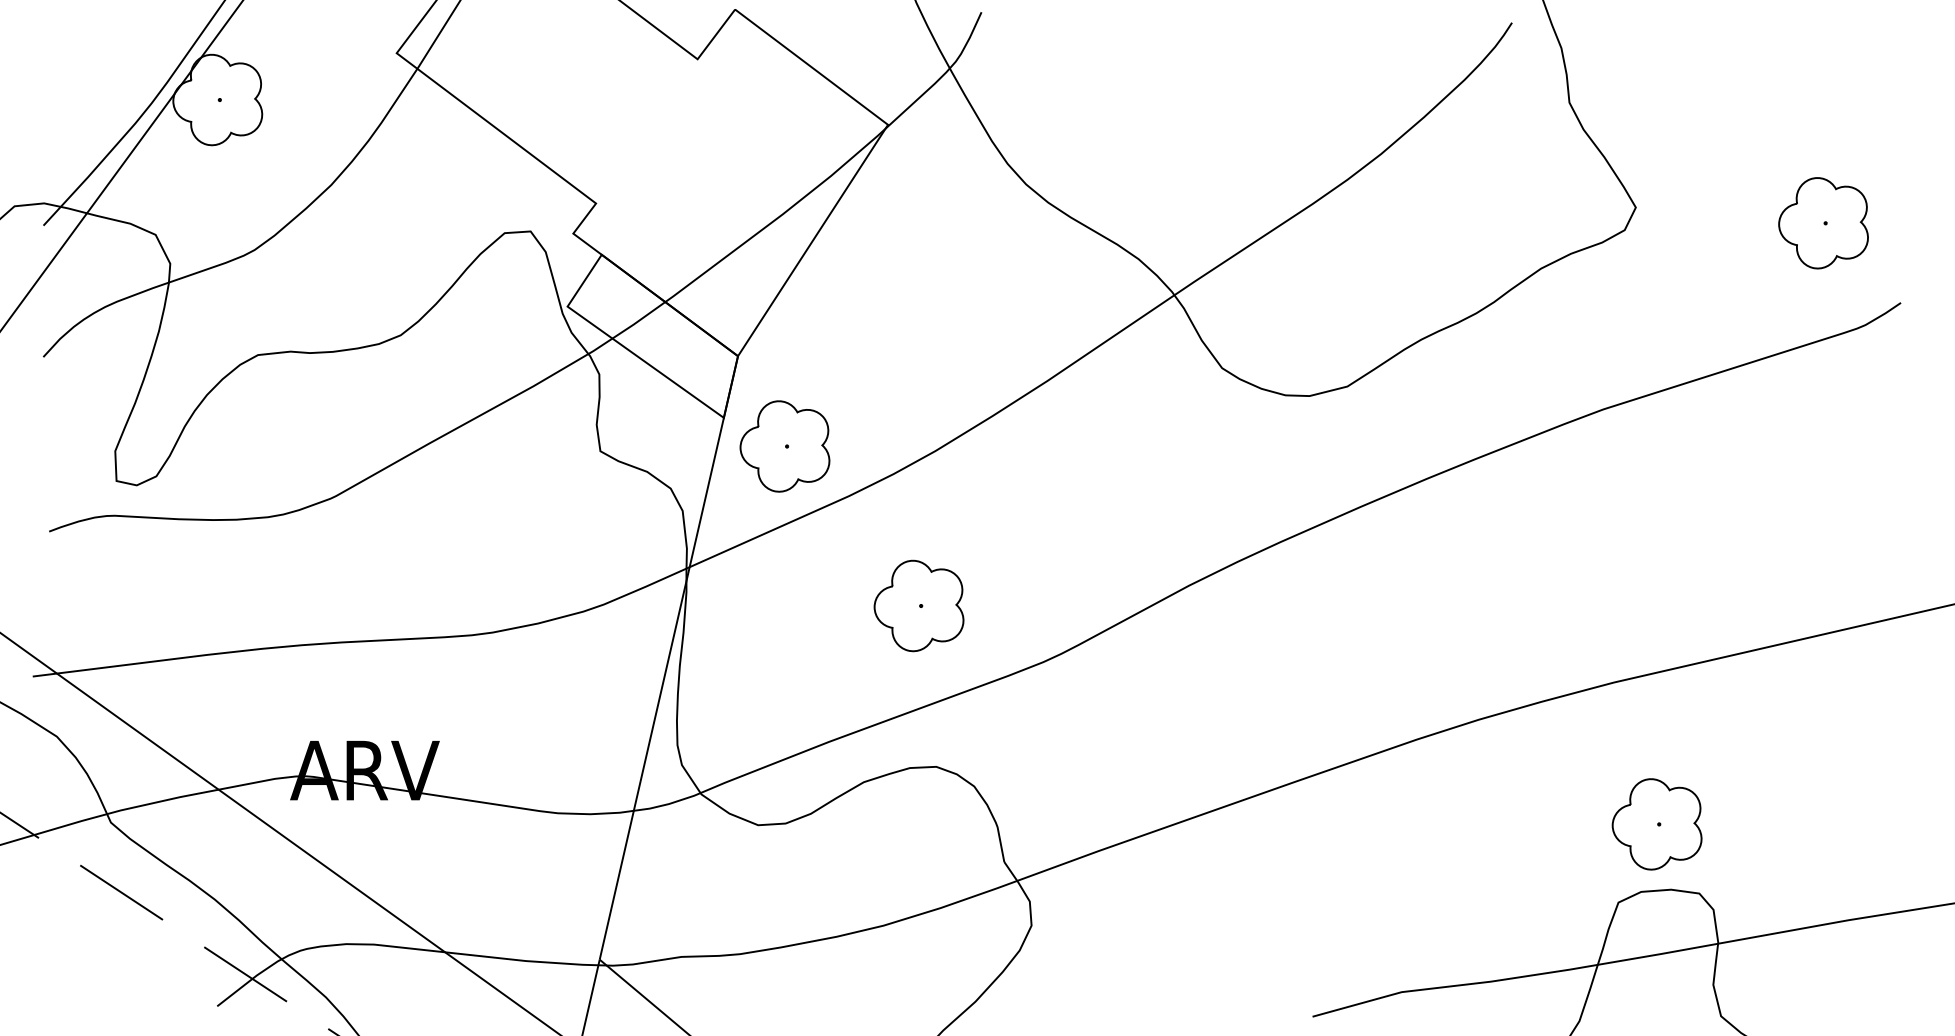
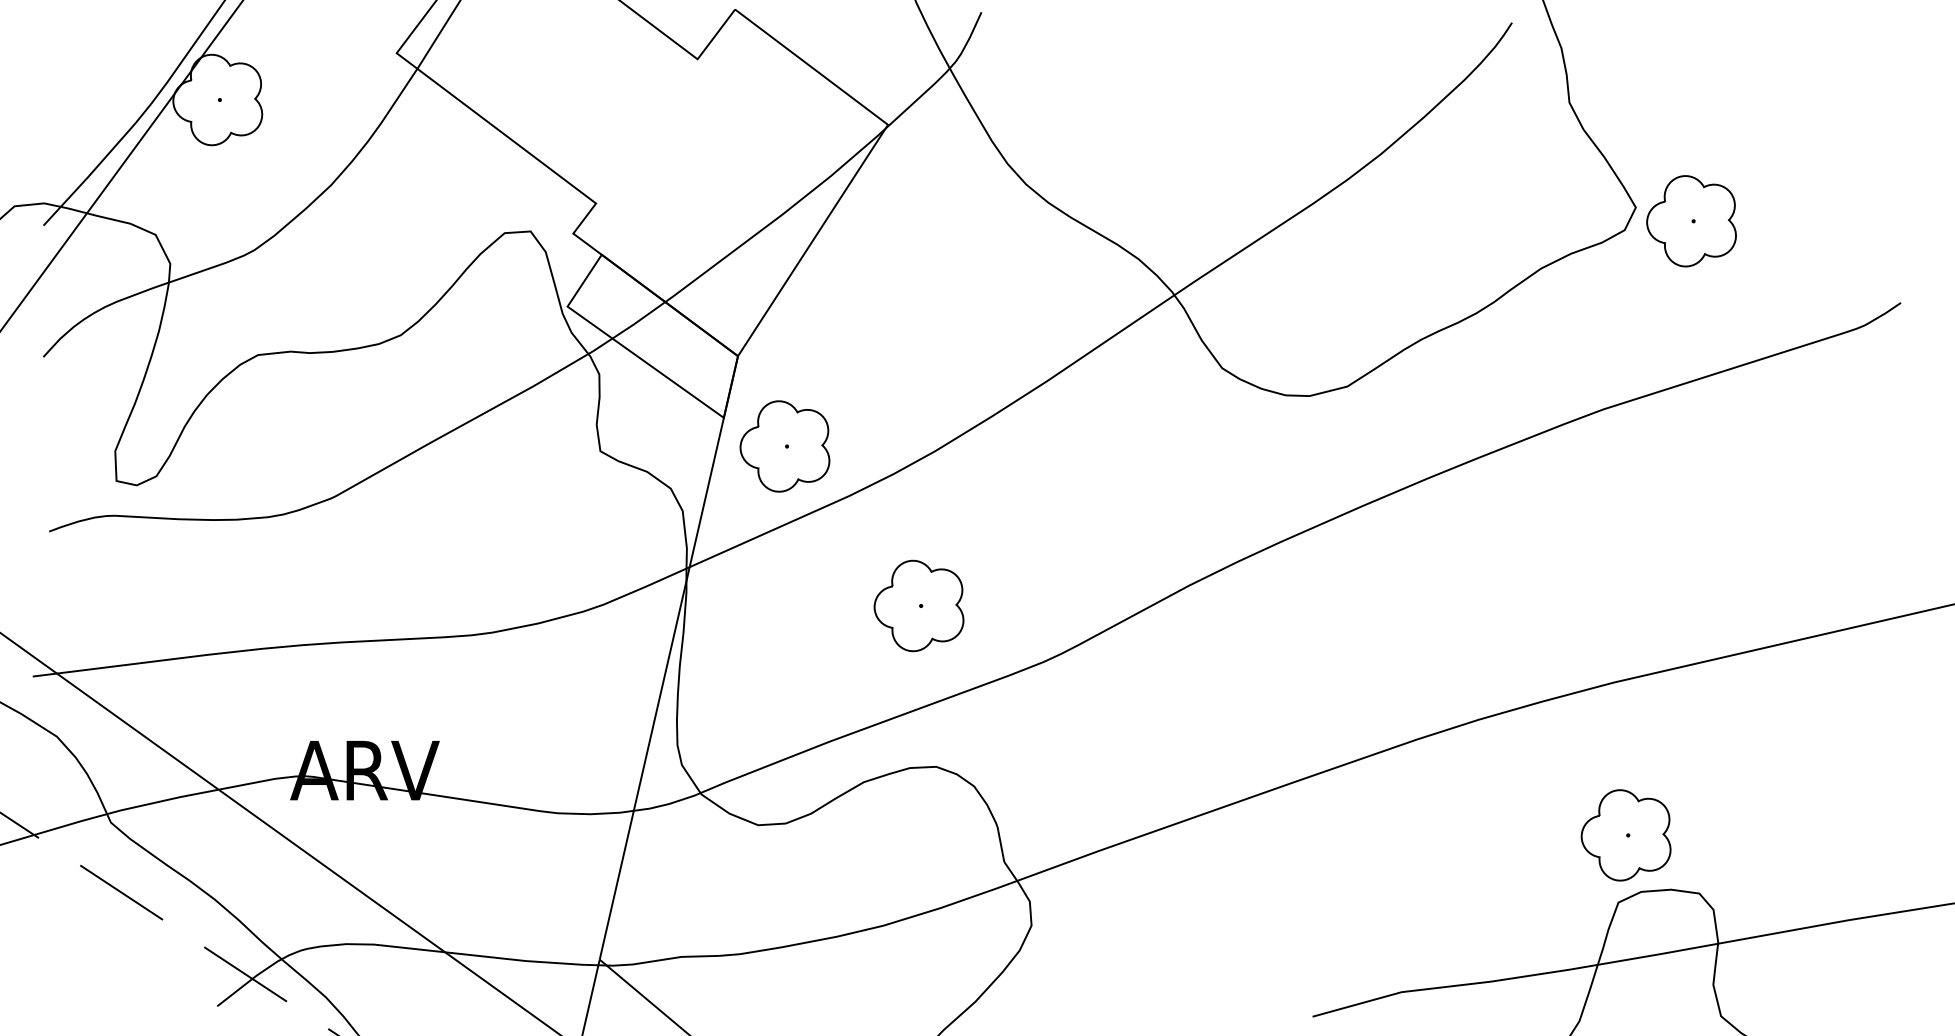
part at (1823, 223) position: (1823, 223) -> (1691, 221)
part at (1656, 824) position: (1656, 824) -> (1625, 835)
